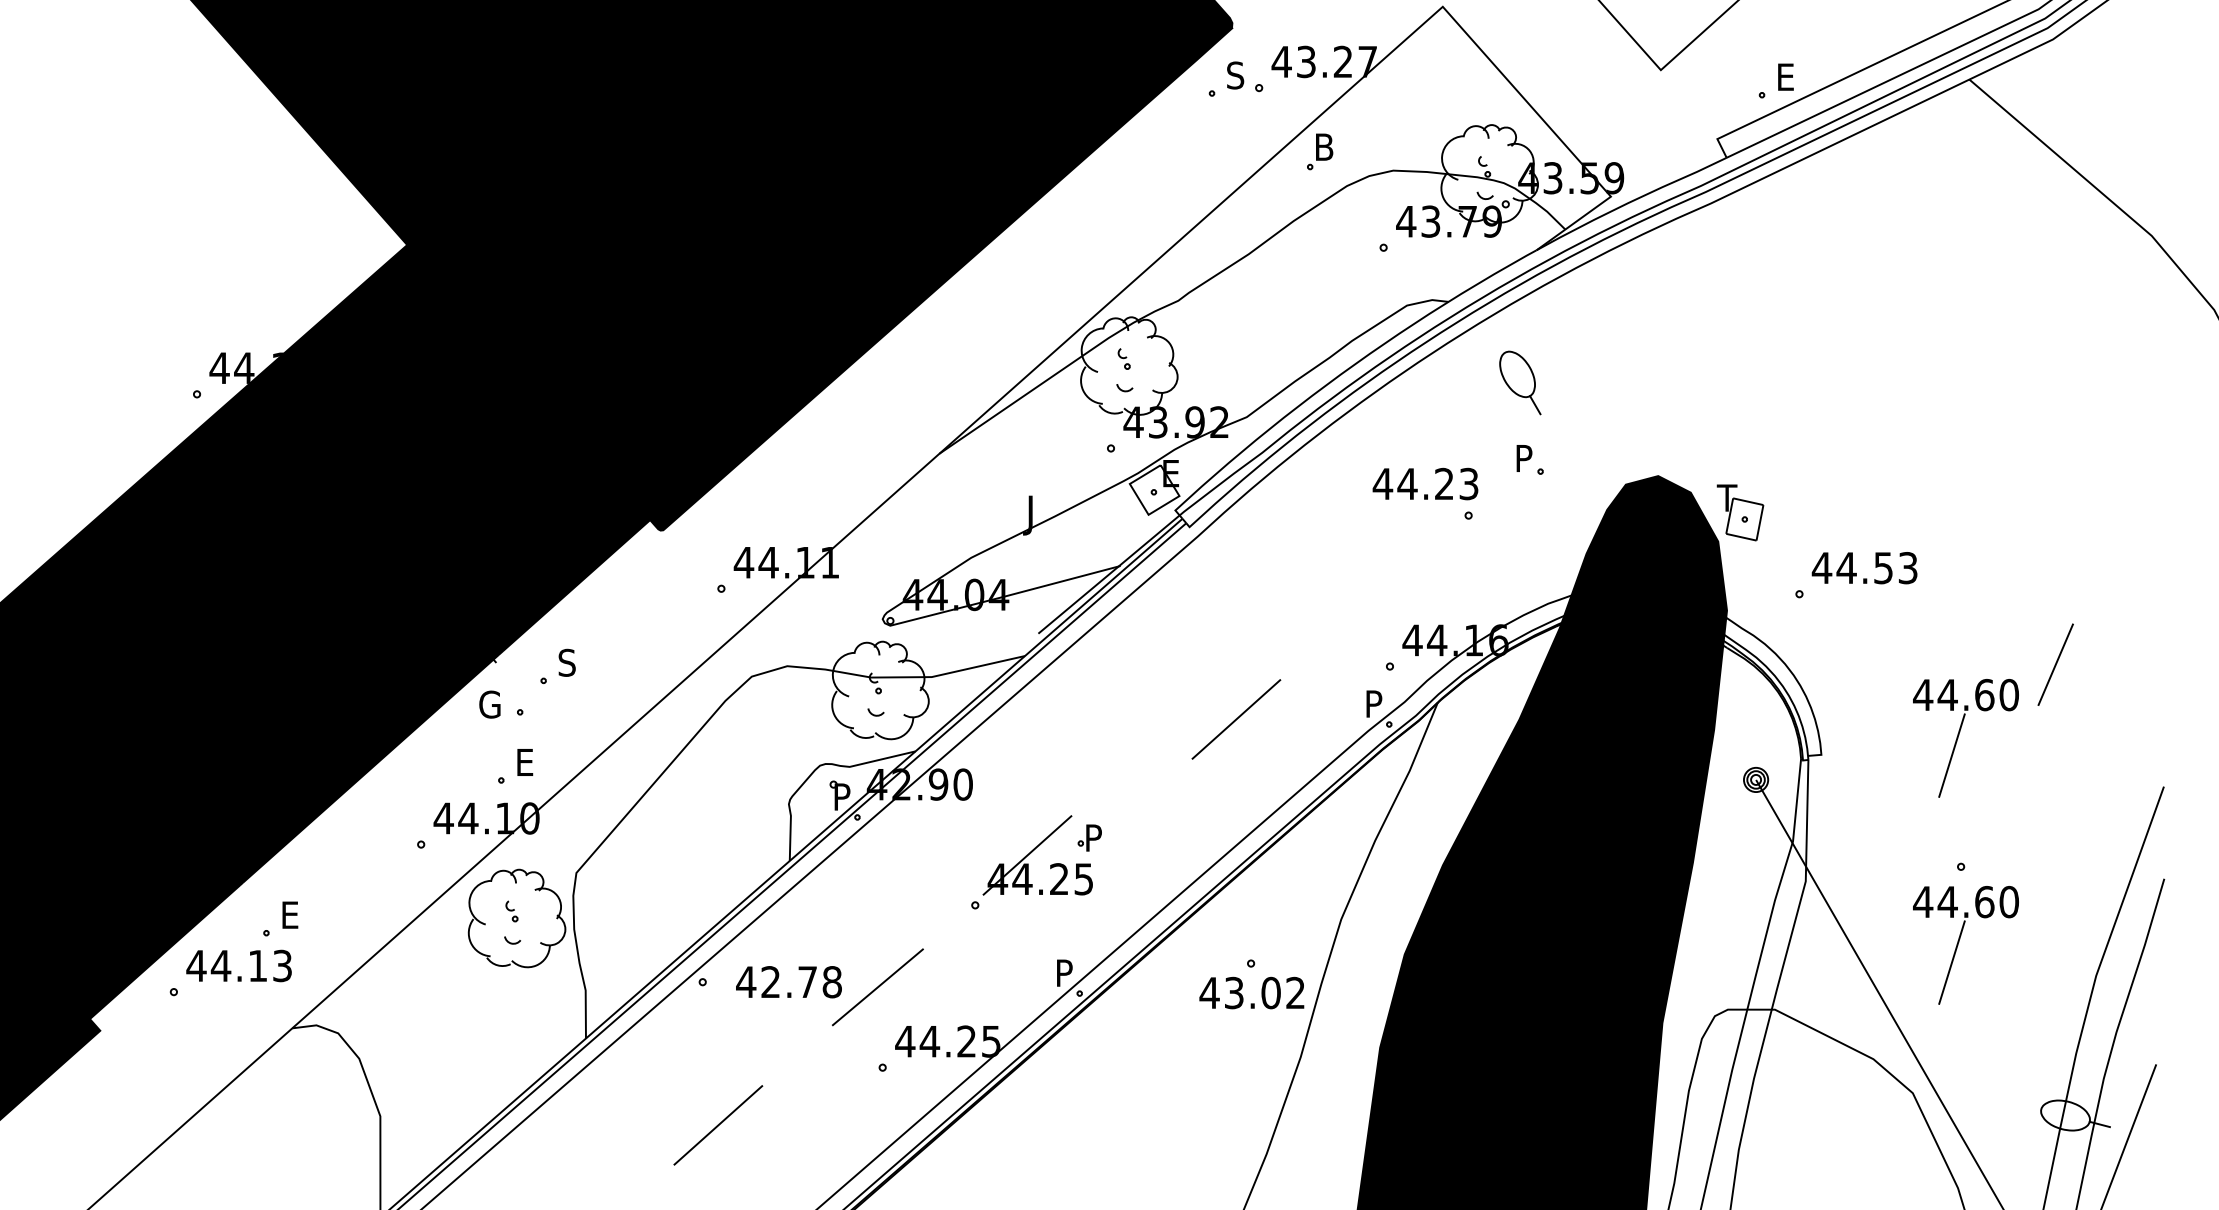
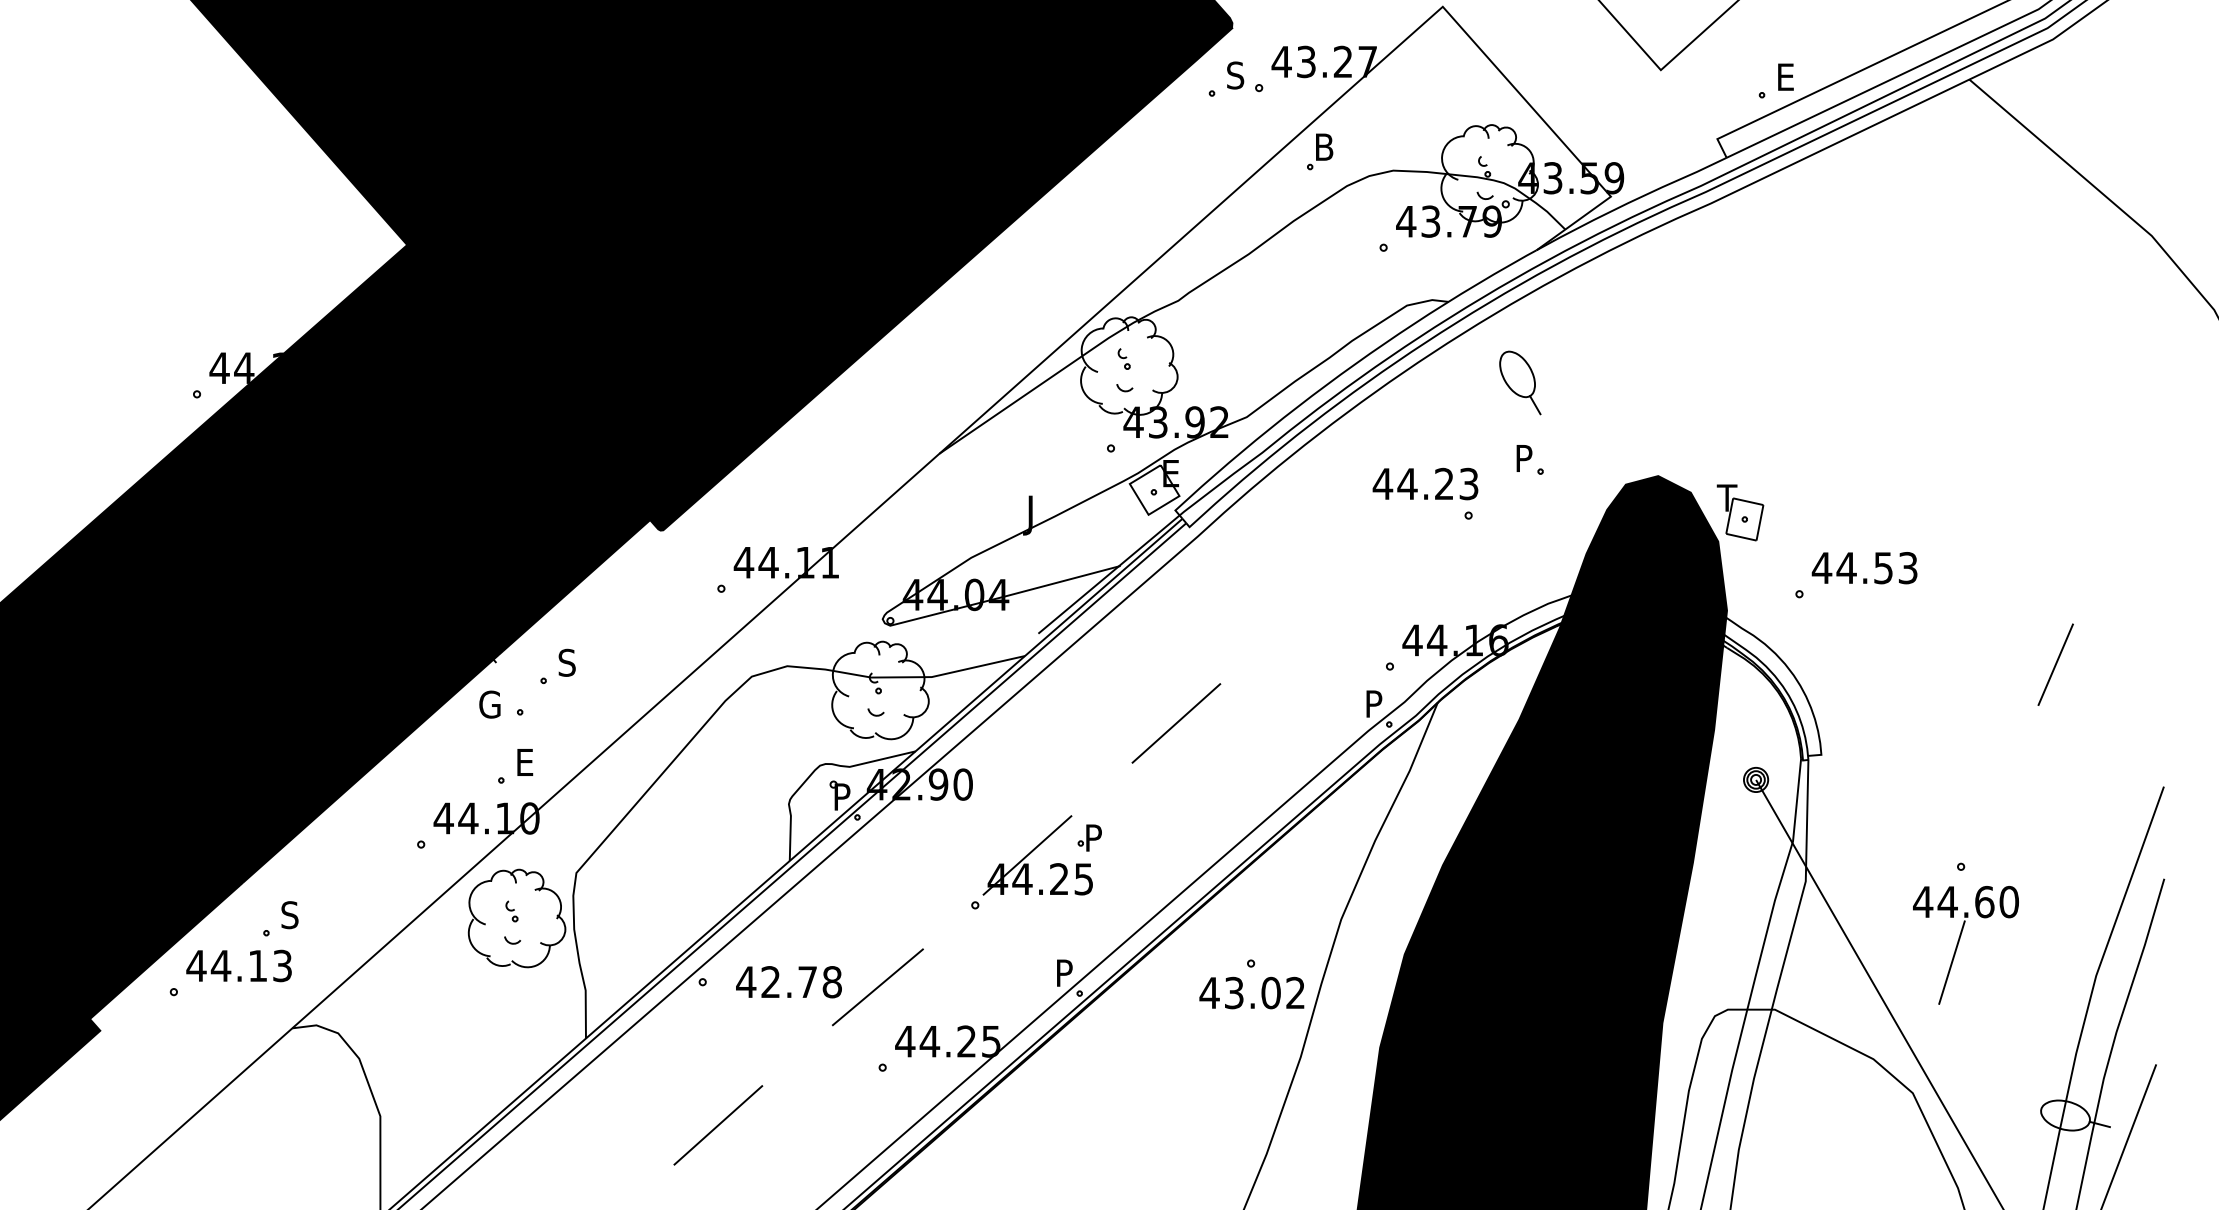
line at (1236, 719) position: (1236, 719) -> (1176, 723)
part at (1959, 735): present -> none
text at (289, 915): E -> S
